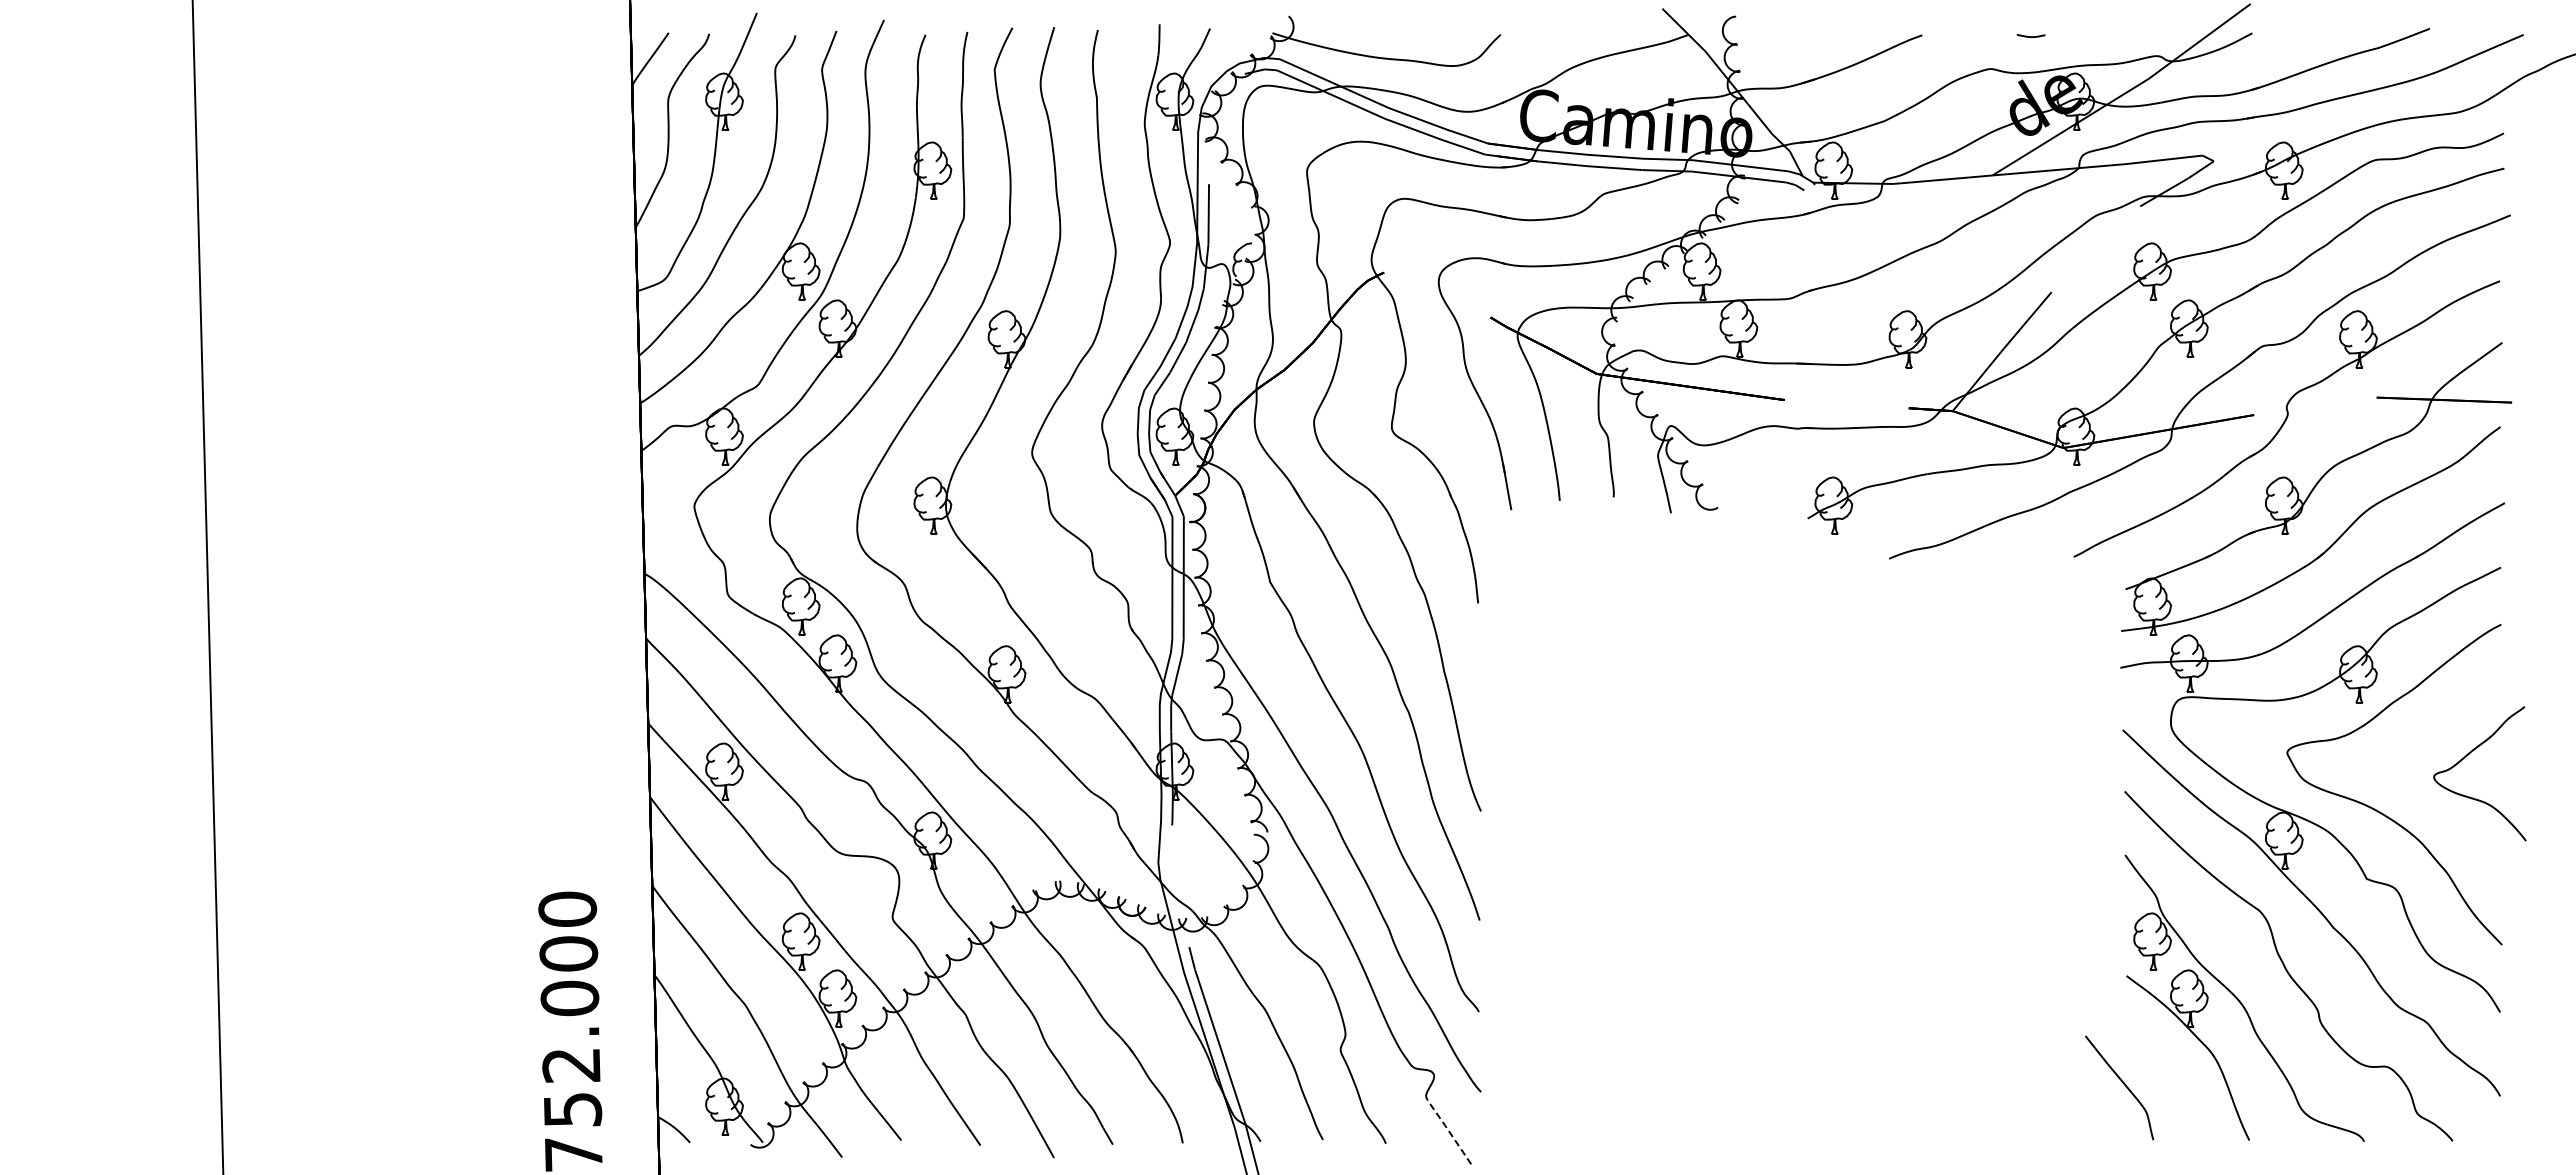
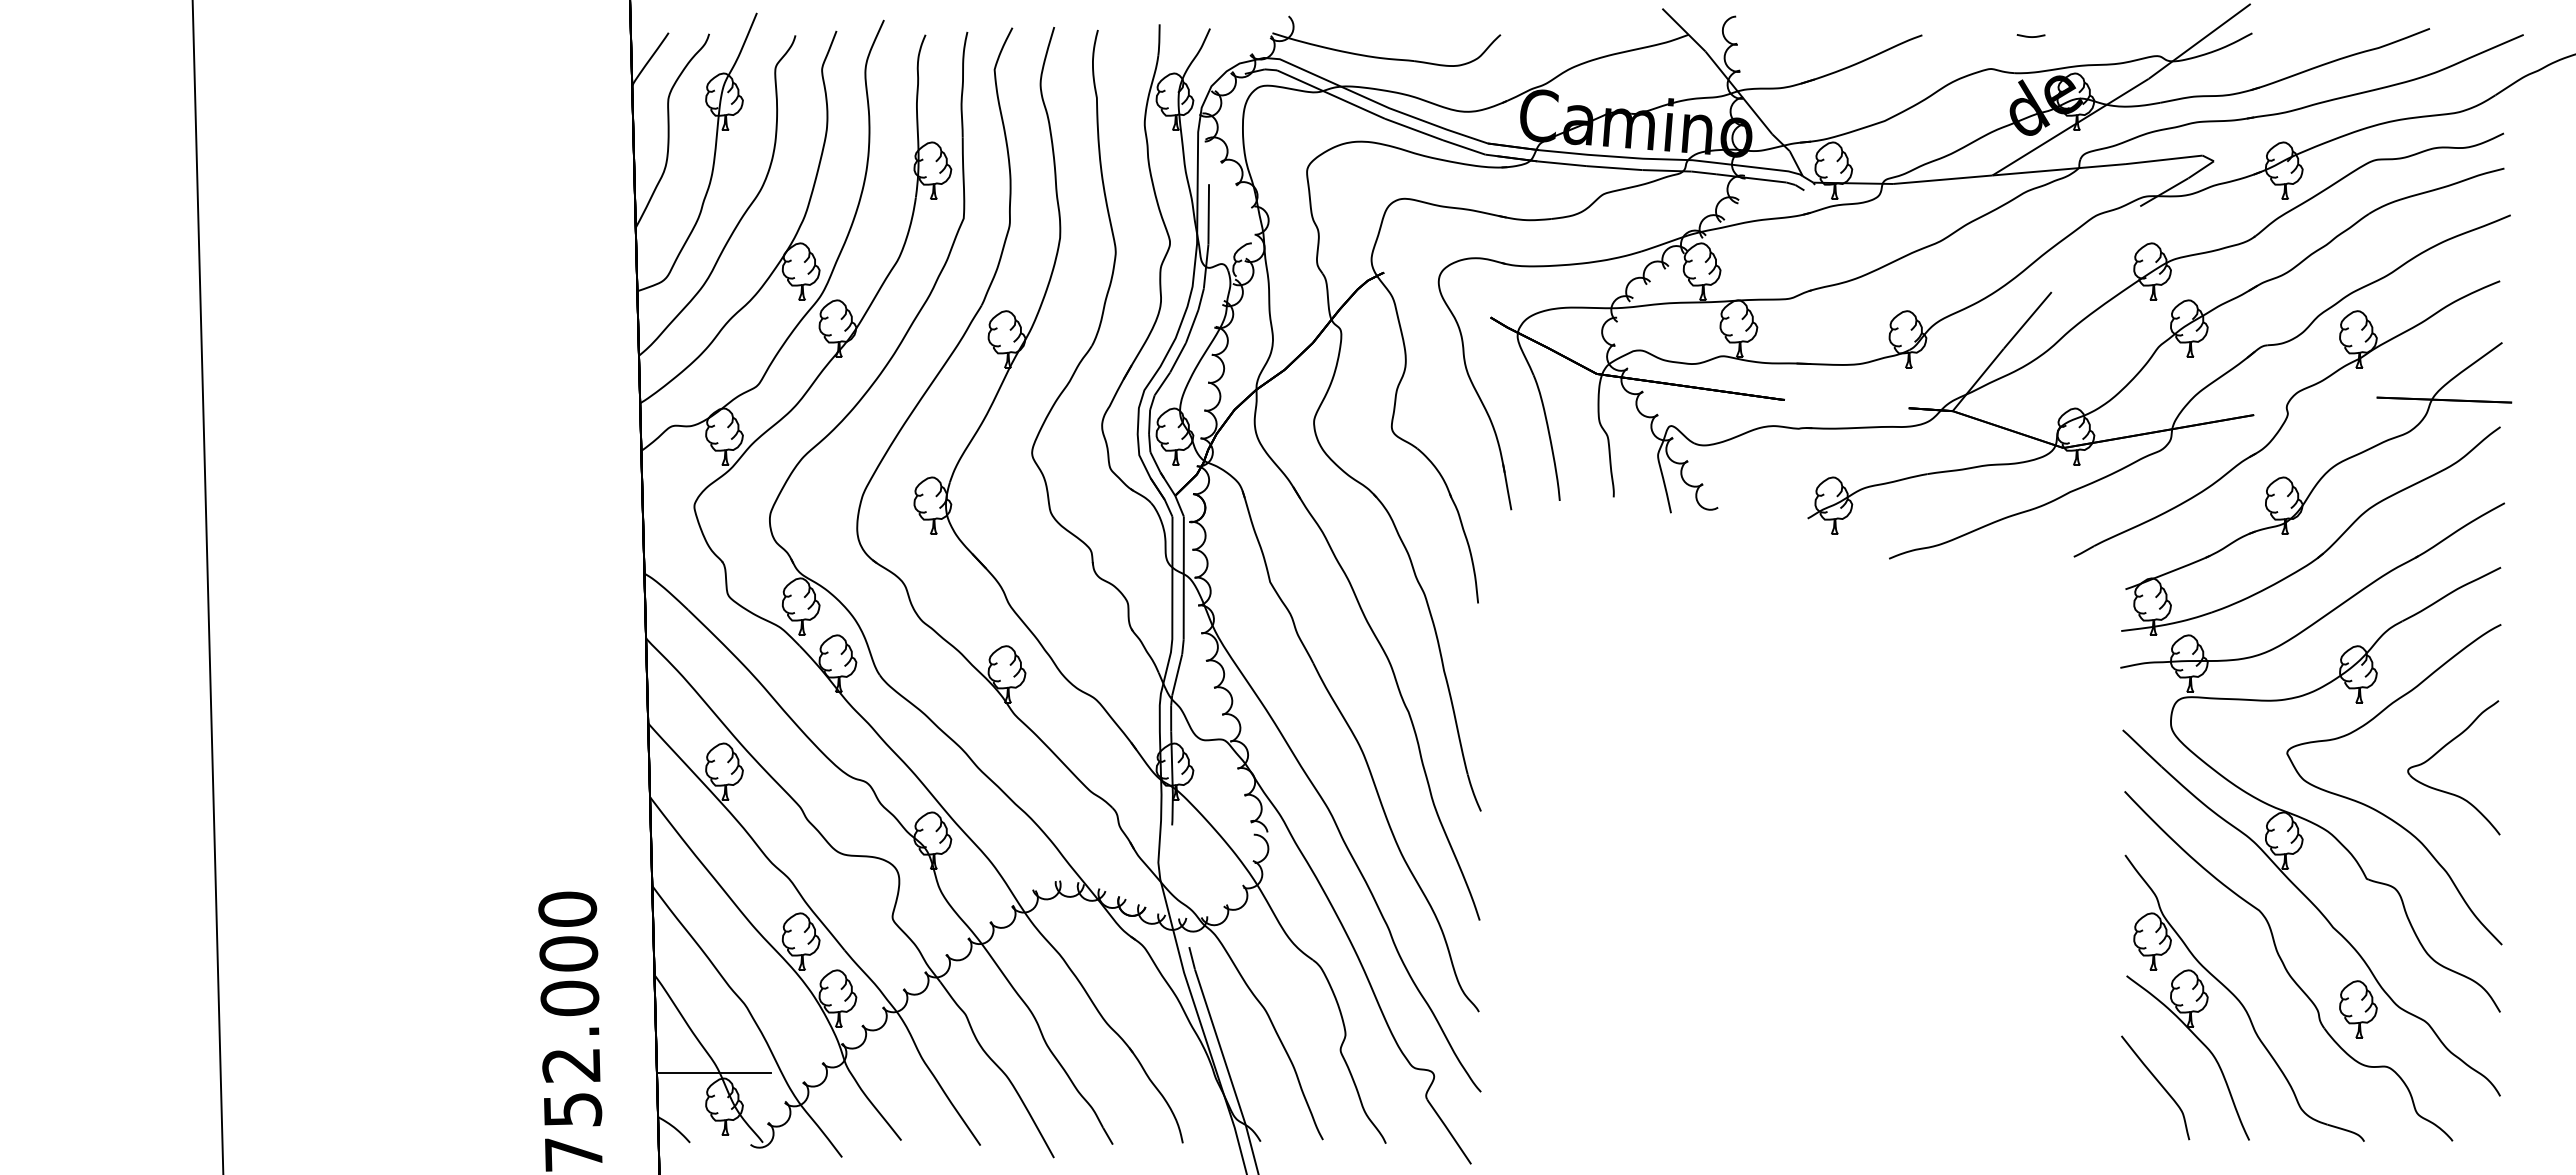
part at (2467, 756) position: (2467, 756) -> (2441, 750)
part at (2358, 1009): none -> present
line at (713, 1072): none -> present
curve at (2122, 1083) position: (2122, 1083) -> (2158, 1083)
line at (1448, 1130): dashed -> solid
